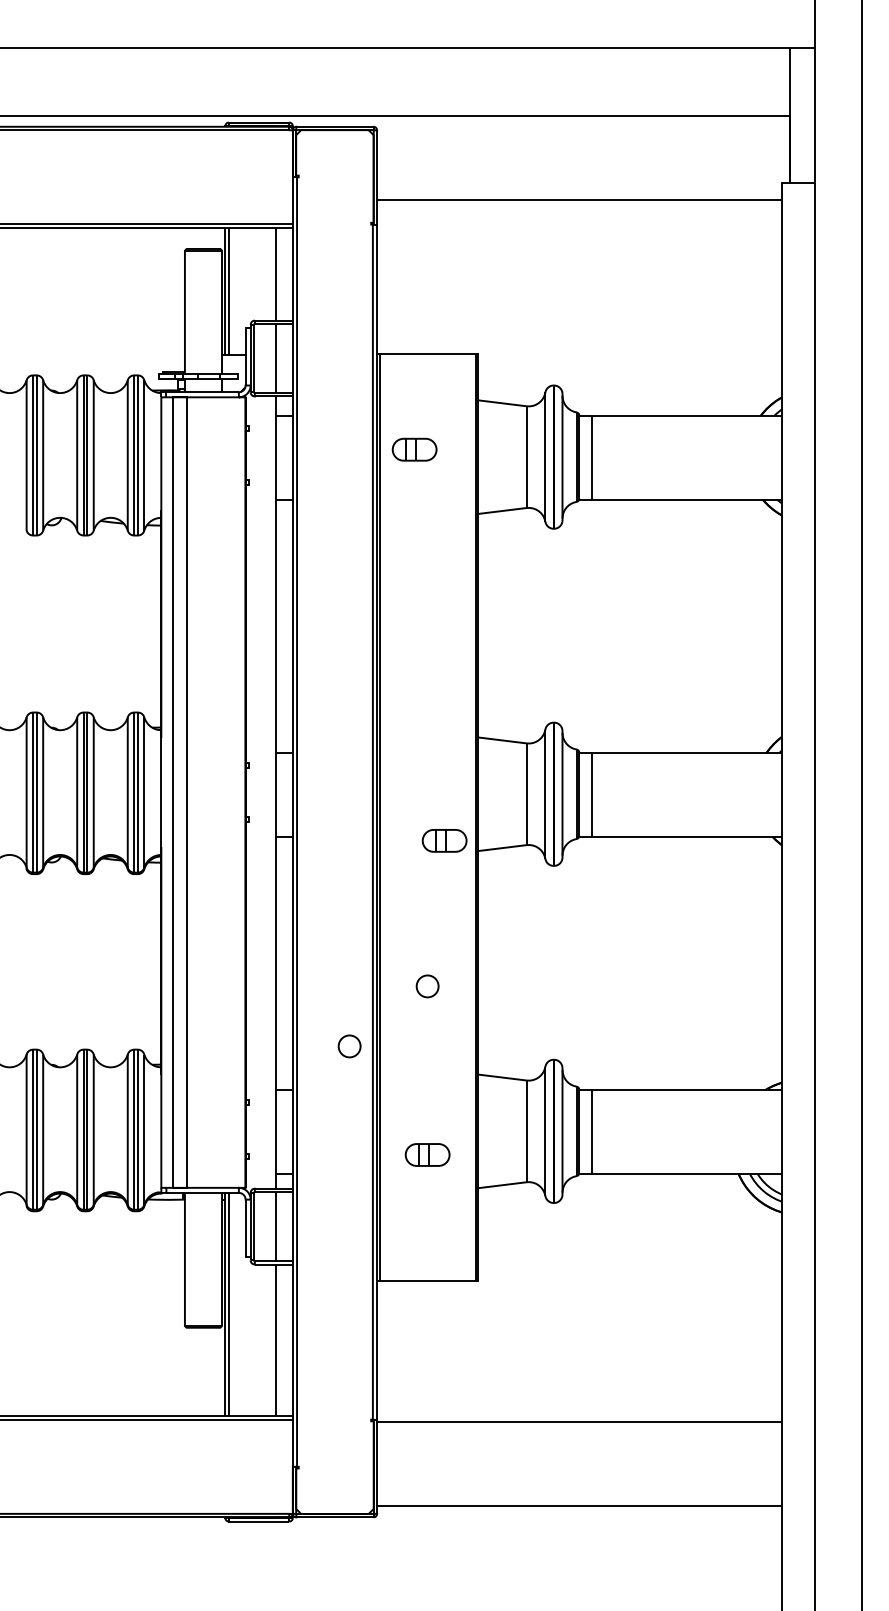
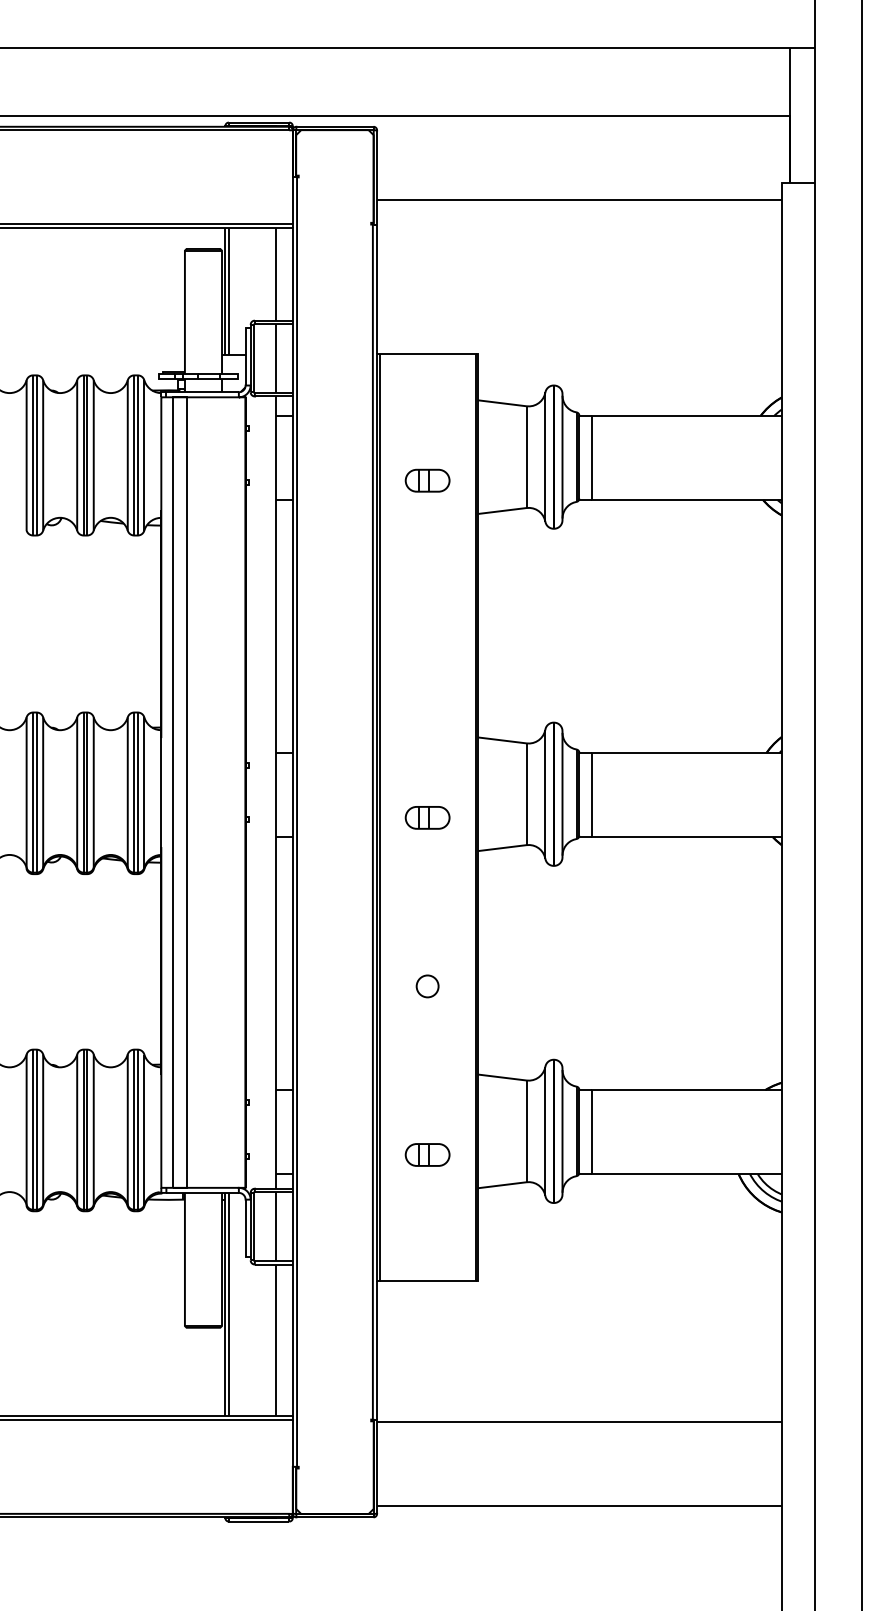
part at (414, 449) position: (414, 449) -> (427, 480)
part at (444, 840) position: (444, 840) -> (427, 817)
circle at (349, 1046): present -> none
